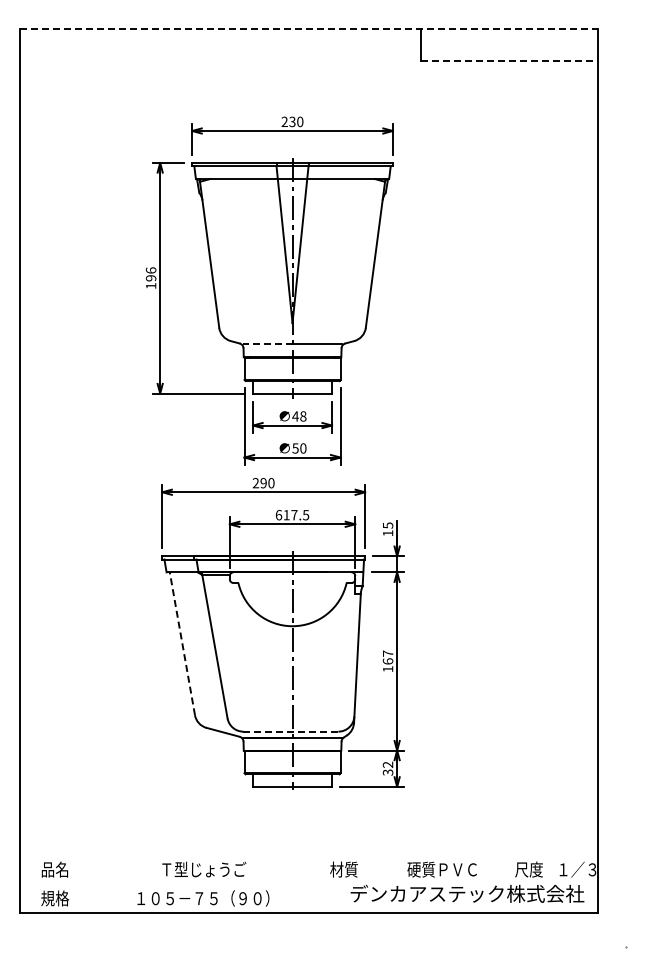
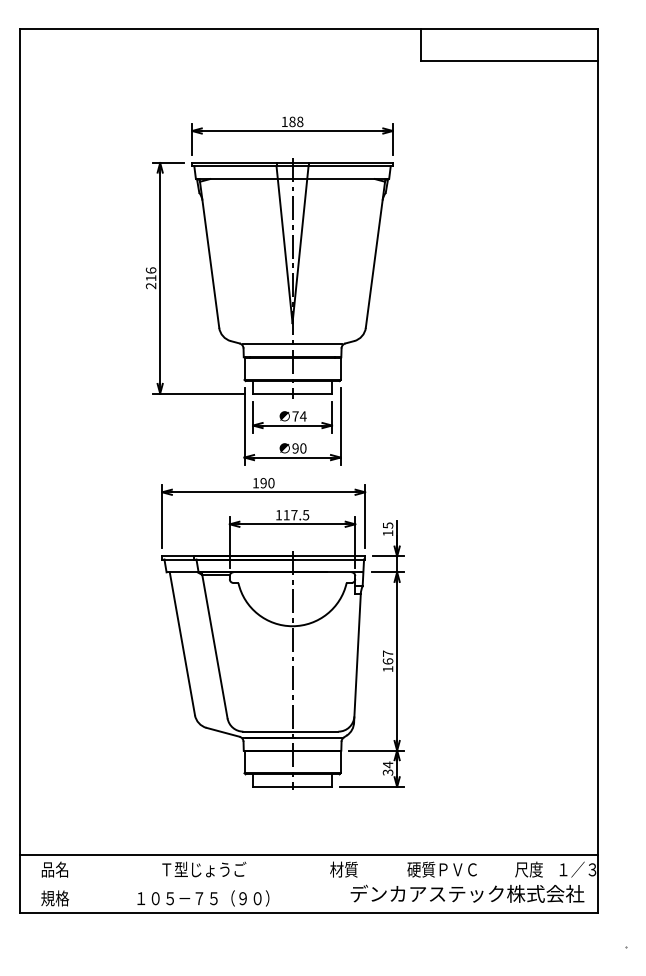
line at (309, 29): dashed -> solid
line at (510, 61): dashed -> solid
text at (292, 121): 230 -> 188
text at (150, 282): 196 -> 216
line at (267, 344): dashed -> solid
text at (299, 416): 48 -> 74
text at (295, 448): 50 -> 90
text at (255, 483): 290 -> 190
text at (278, 515): 617.5 -> 117.5
line at (182, 643): dashed -> solid
line at (290, 731): dashed -> solid
text at (387, 764): 32 -> 34
line at (308, 855): none -> present
